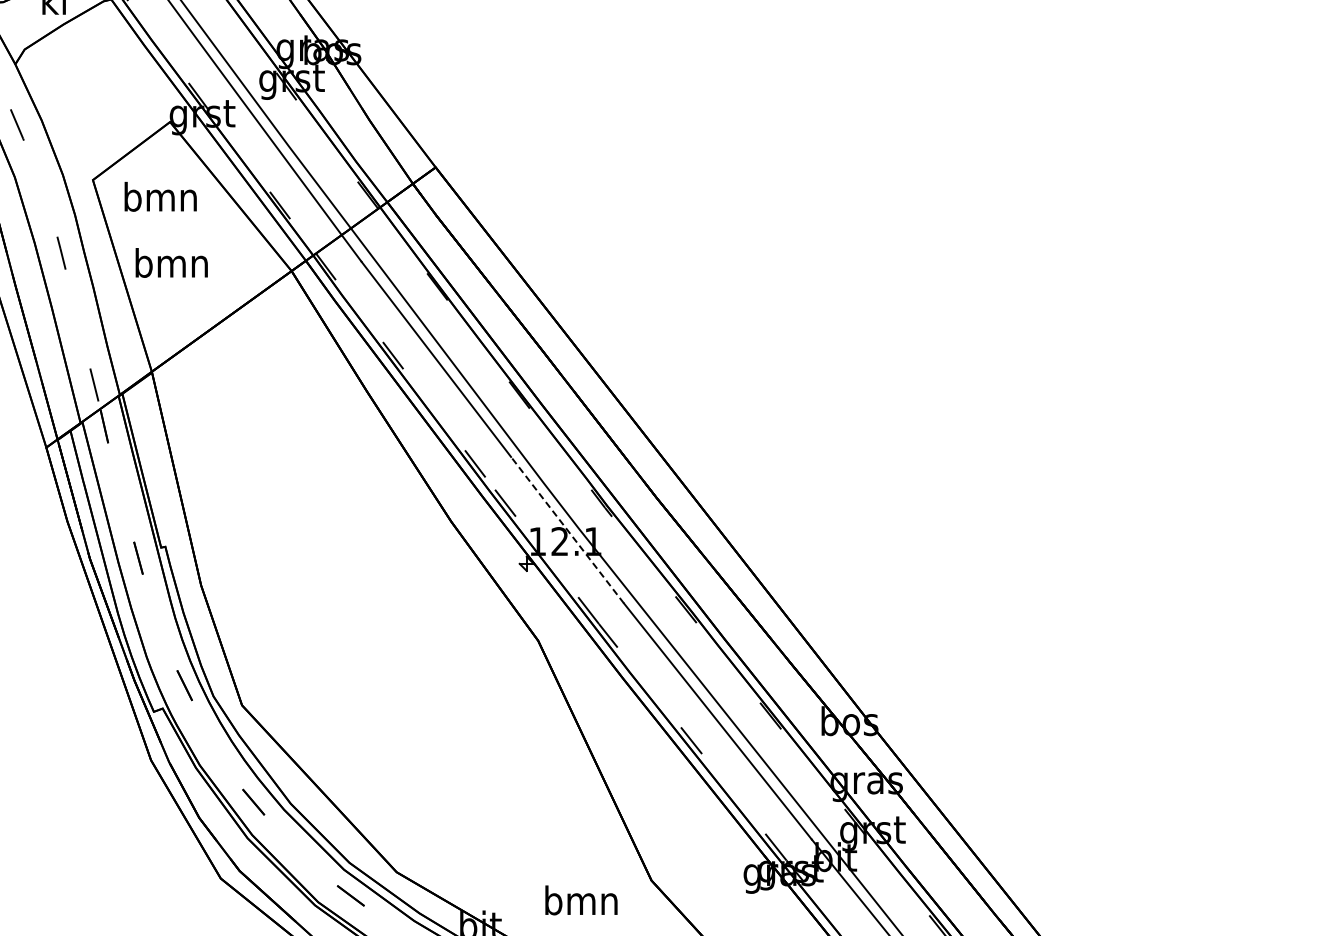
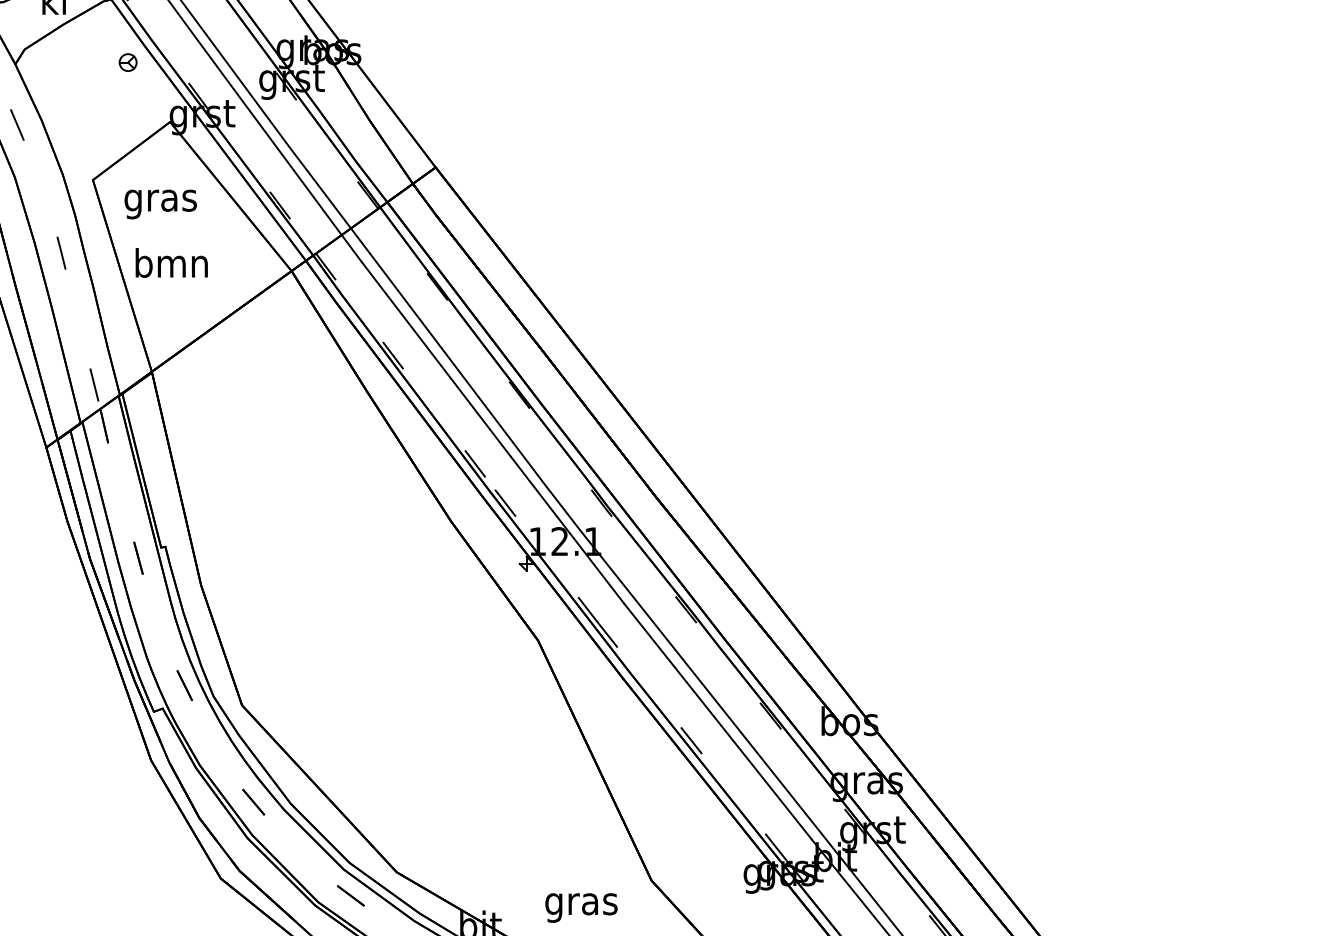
part at (127, 62): none -> present
text at (160, 200): bmn -> gras
line at (567, 529): dashed -> solid
text at (581, 903): bmn -> gras
